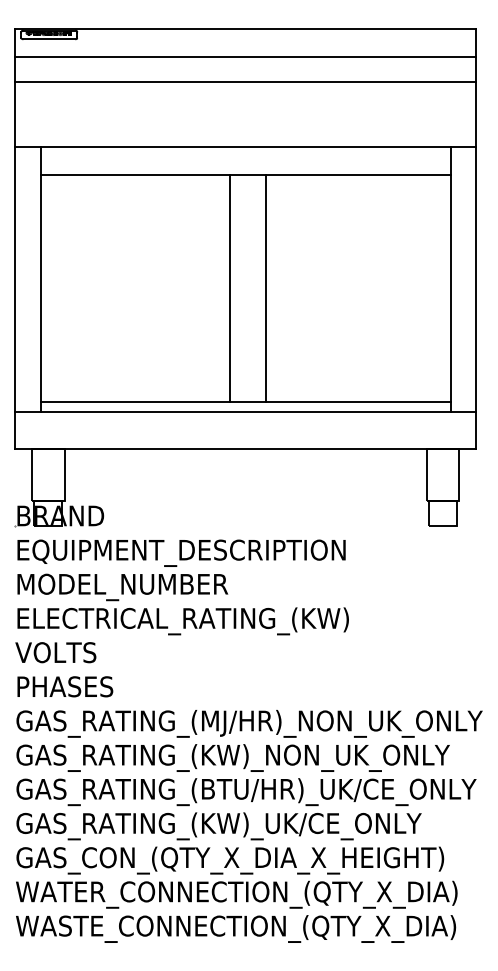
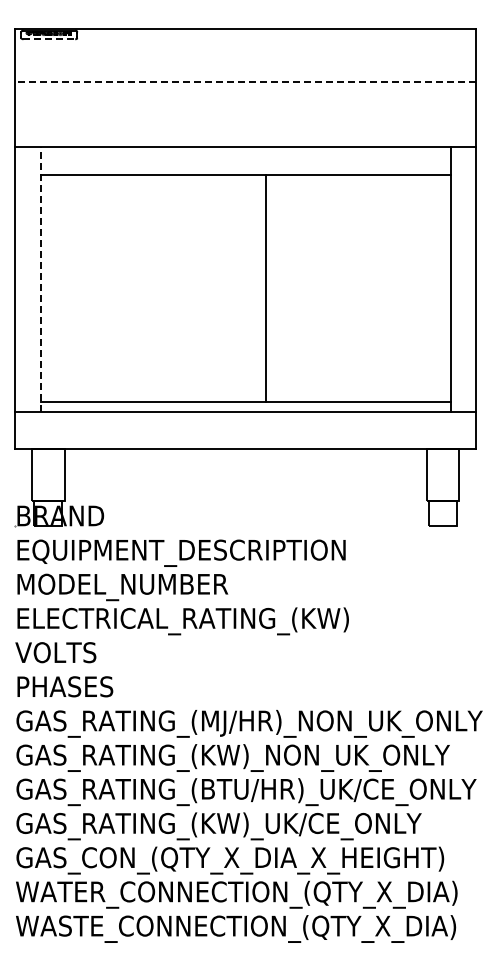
line at (49, 39): solid -> dashed
line at (245, 57): present -> none
line at (245, 82): solid -> dashed
line at (40, 279): solid -> dashed
line at (230, 288): present -> none
